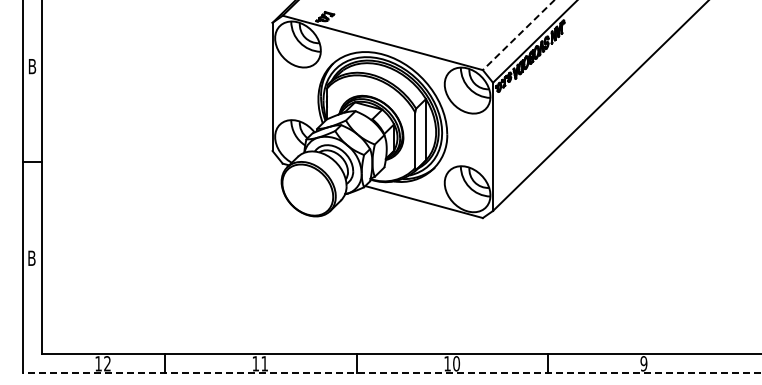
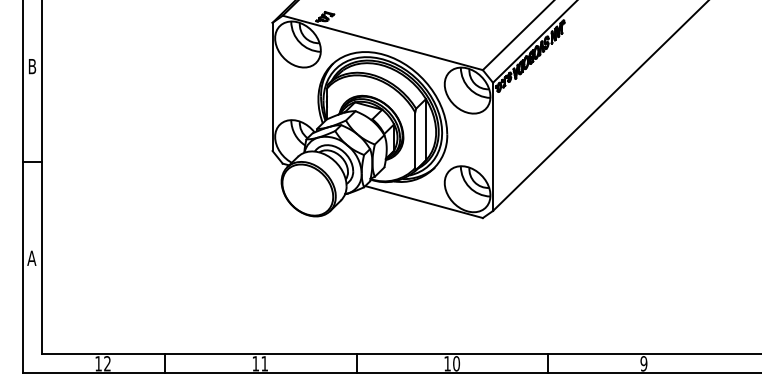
line at (518, 35): dashed -> solid
text at (31, 257): B -> A
line at (391, 373): dashed -> solid
